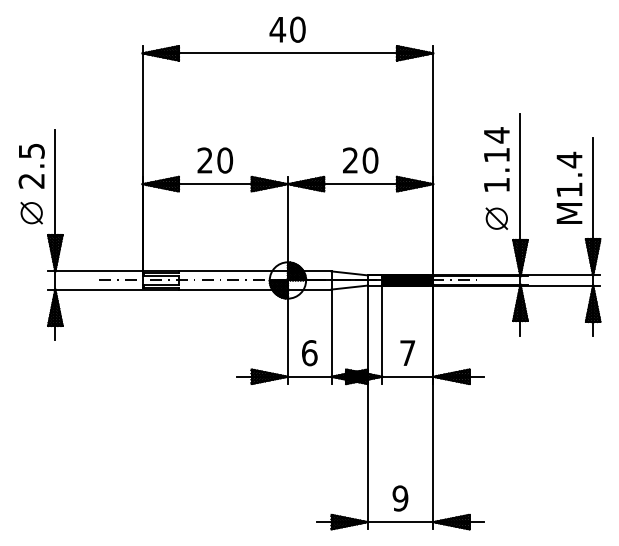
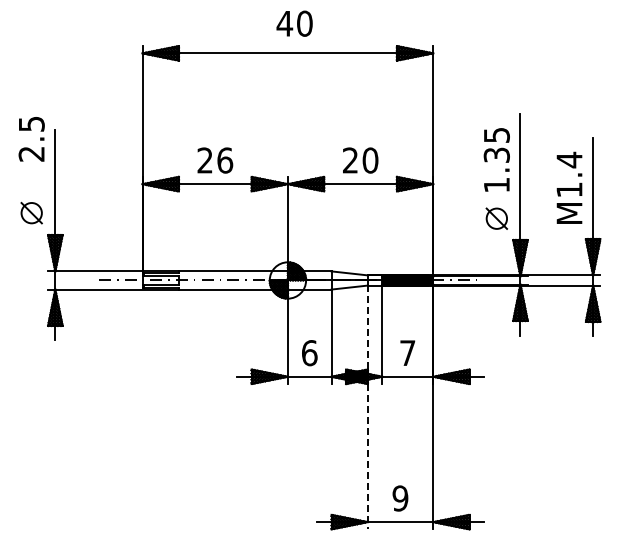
text at (287, 29) position: (287, 29) -> (294, 23)
text at (496, 144): 1.14 -> 1.35
text at (225, 160): 20 -> 26
text at (31, 166) position: (31, 166) -> (31, 139)
line at (367, 407): solid -> dashed
